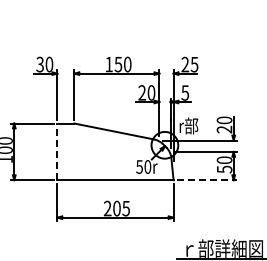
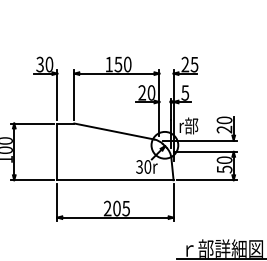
line at (57, 151): dashed -> solid
text at (139, 166): 50r -> 30r
line at (207, 180): dashed -> solid
